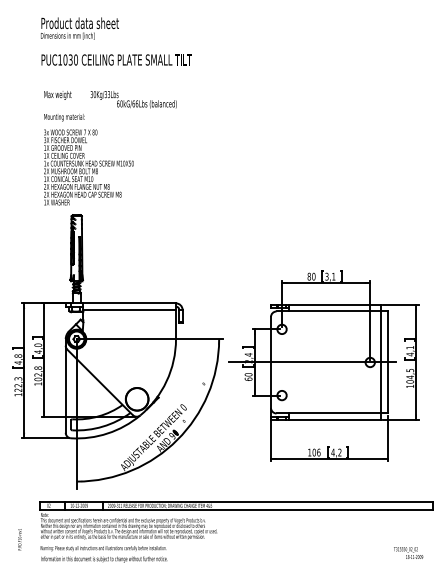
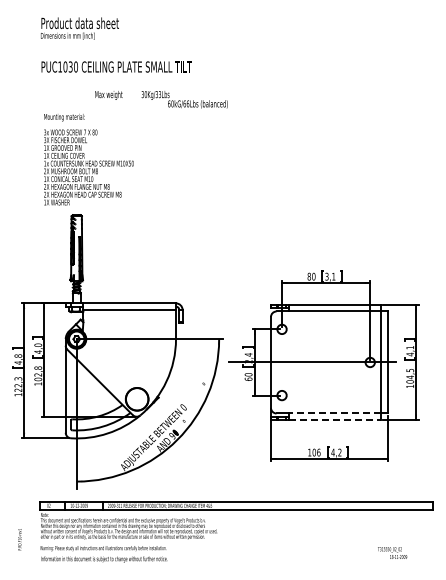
text at (116, 59) position: (116, 59) -> (116, 66)
text at (110, 99) position: (110, 99) -> (161, 99)
line at (334, 413): solid -> dashed
line at (335, 420): solid -> dashed
text at (408, 552) position: (408, 552) -> (392, 552)
